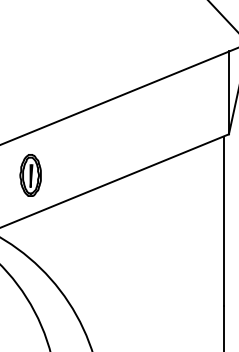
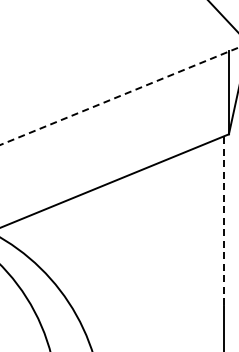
line at (119, 96): solid -> dashed
part at (30, 175): present -> none
line at (224, 221): solid -> dashed
